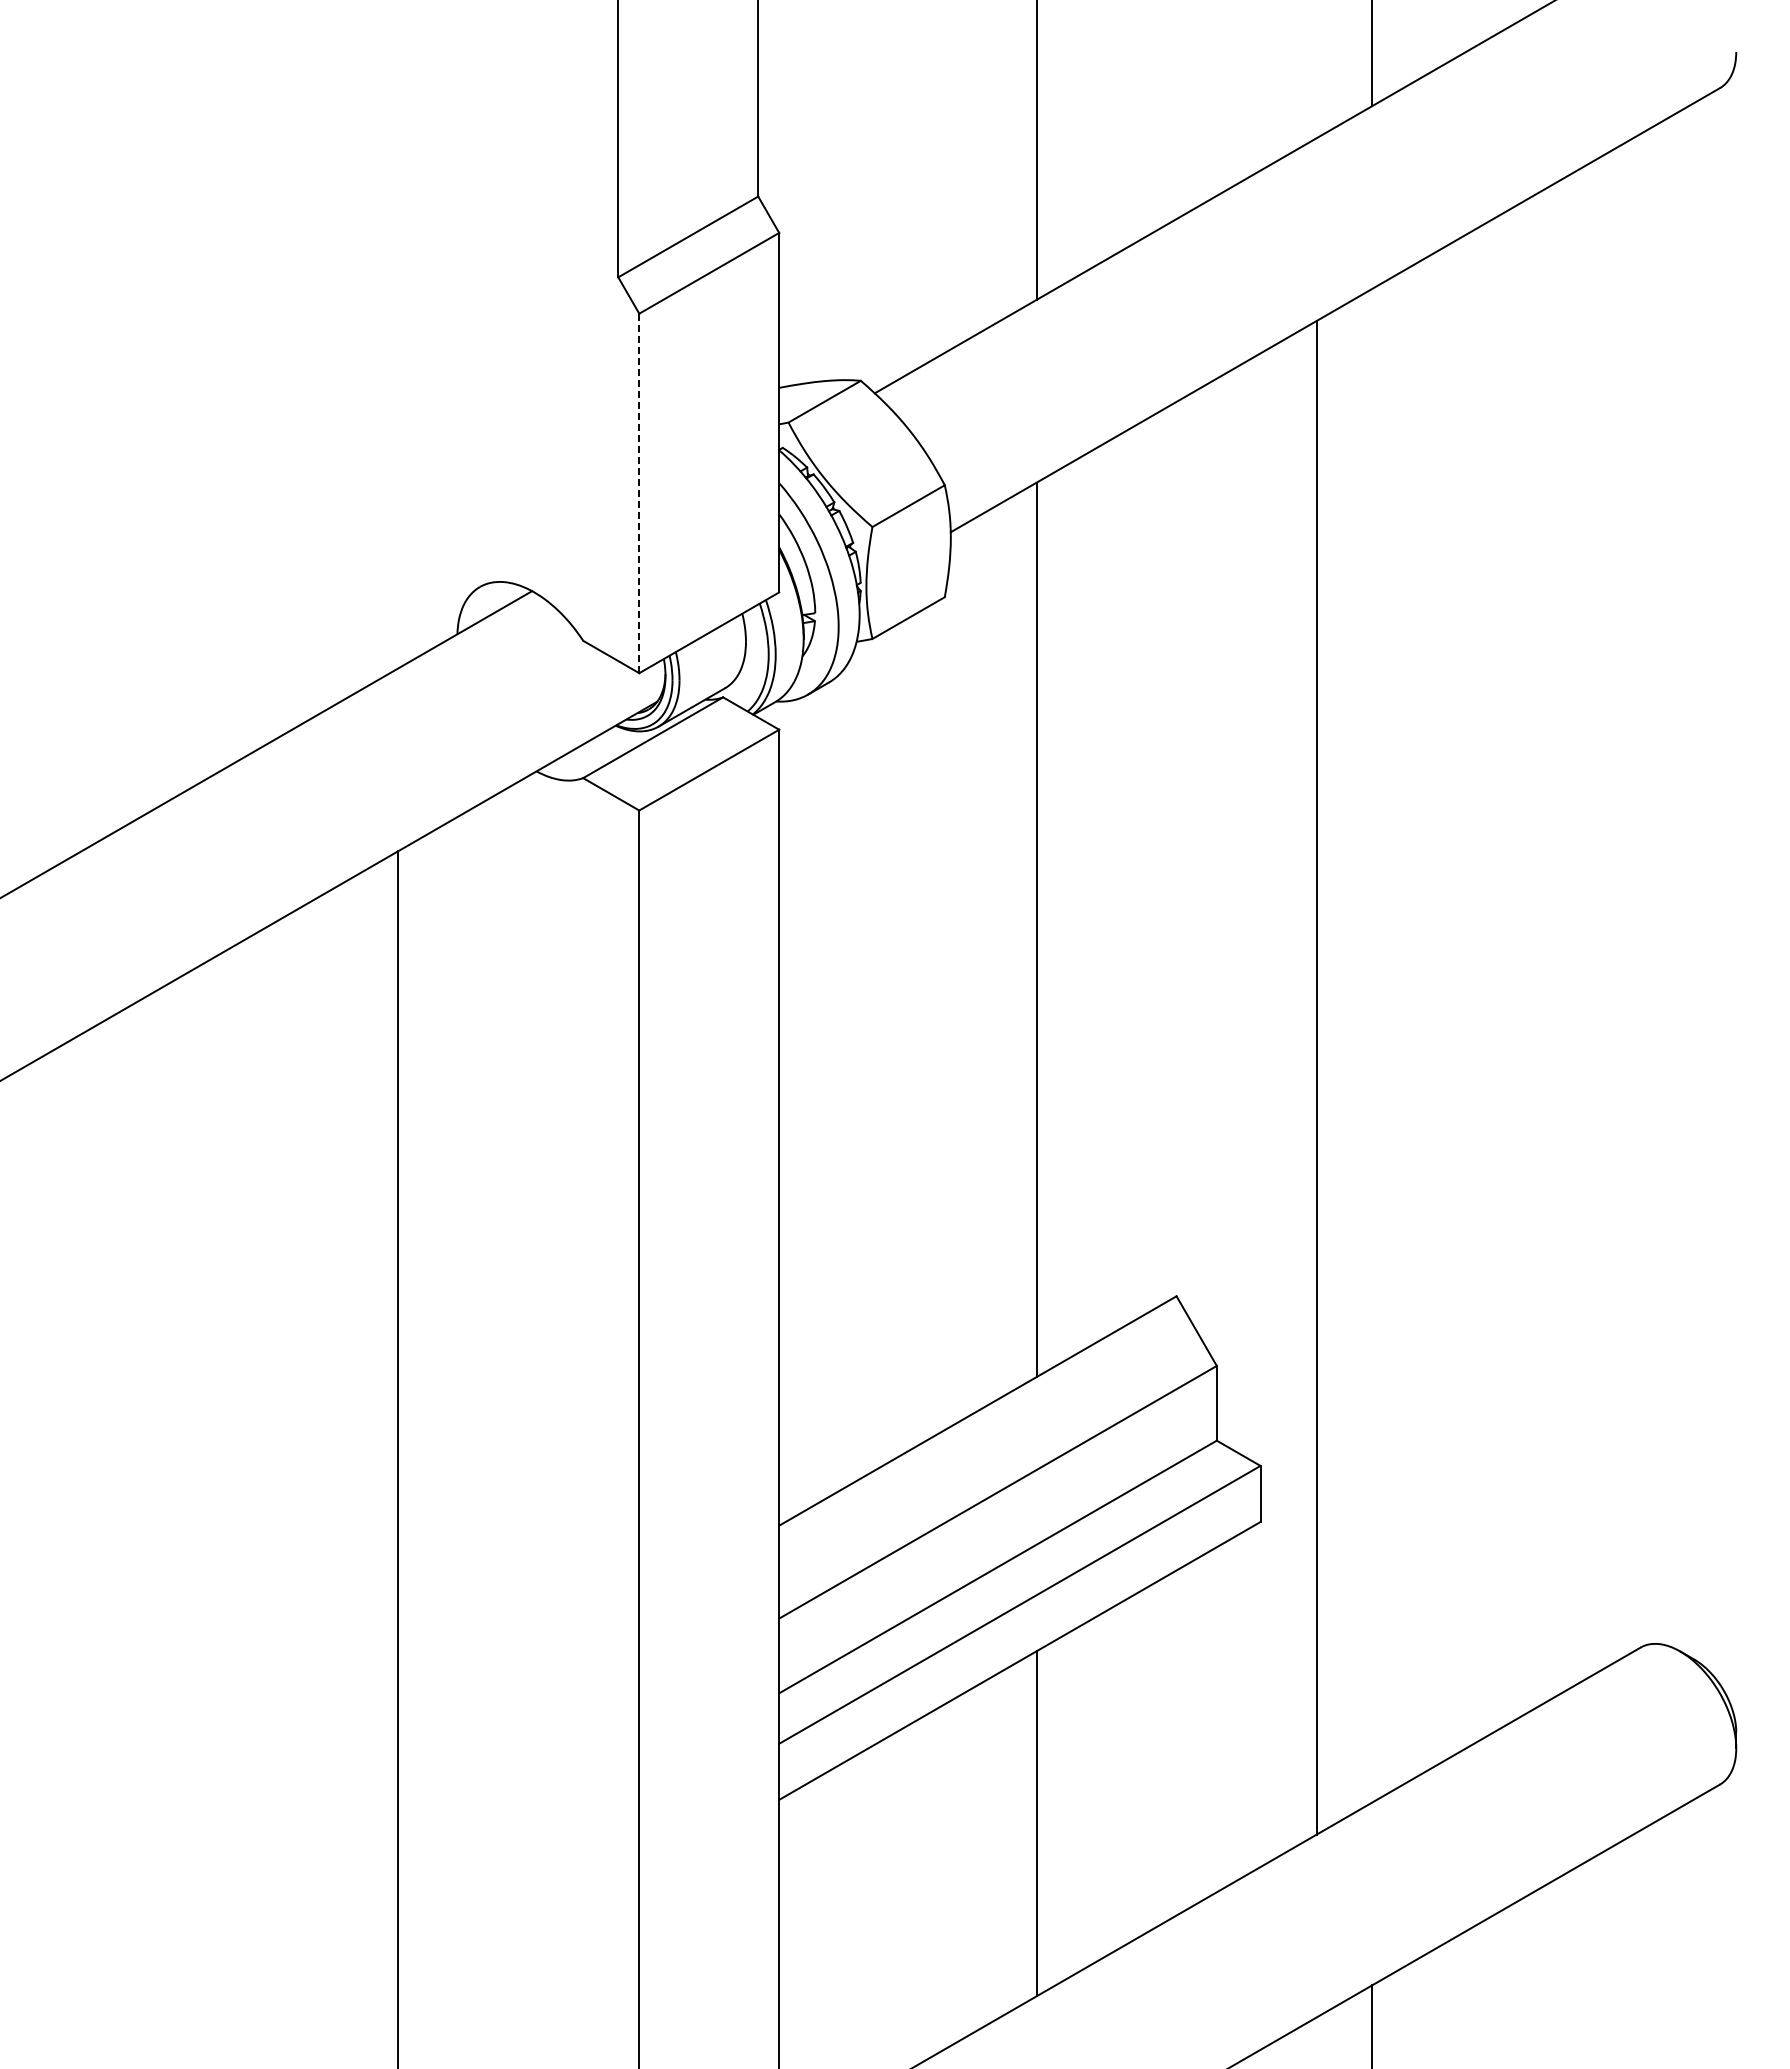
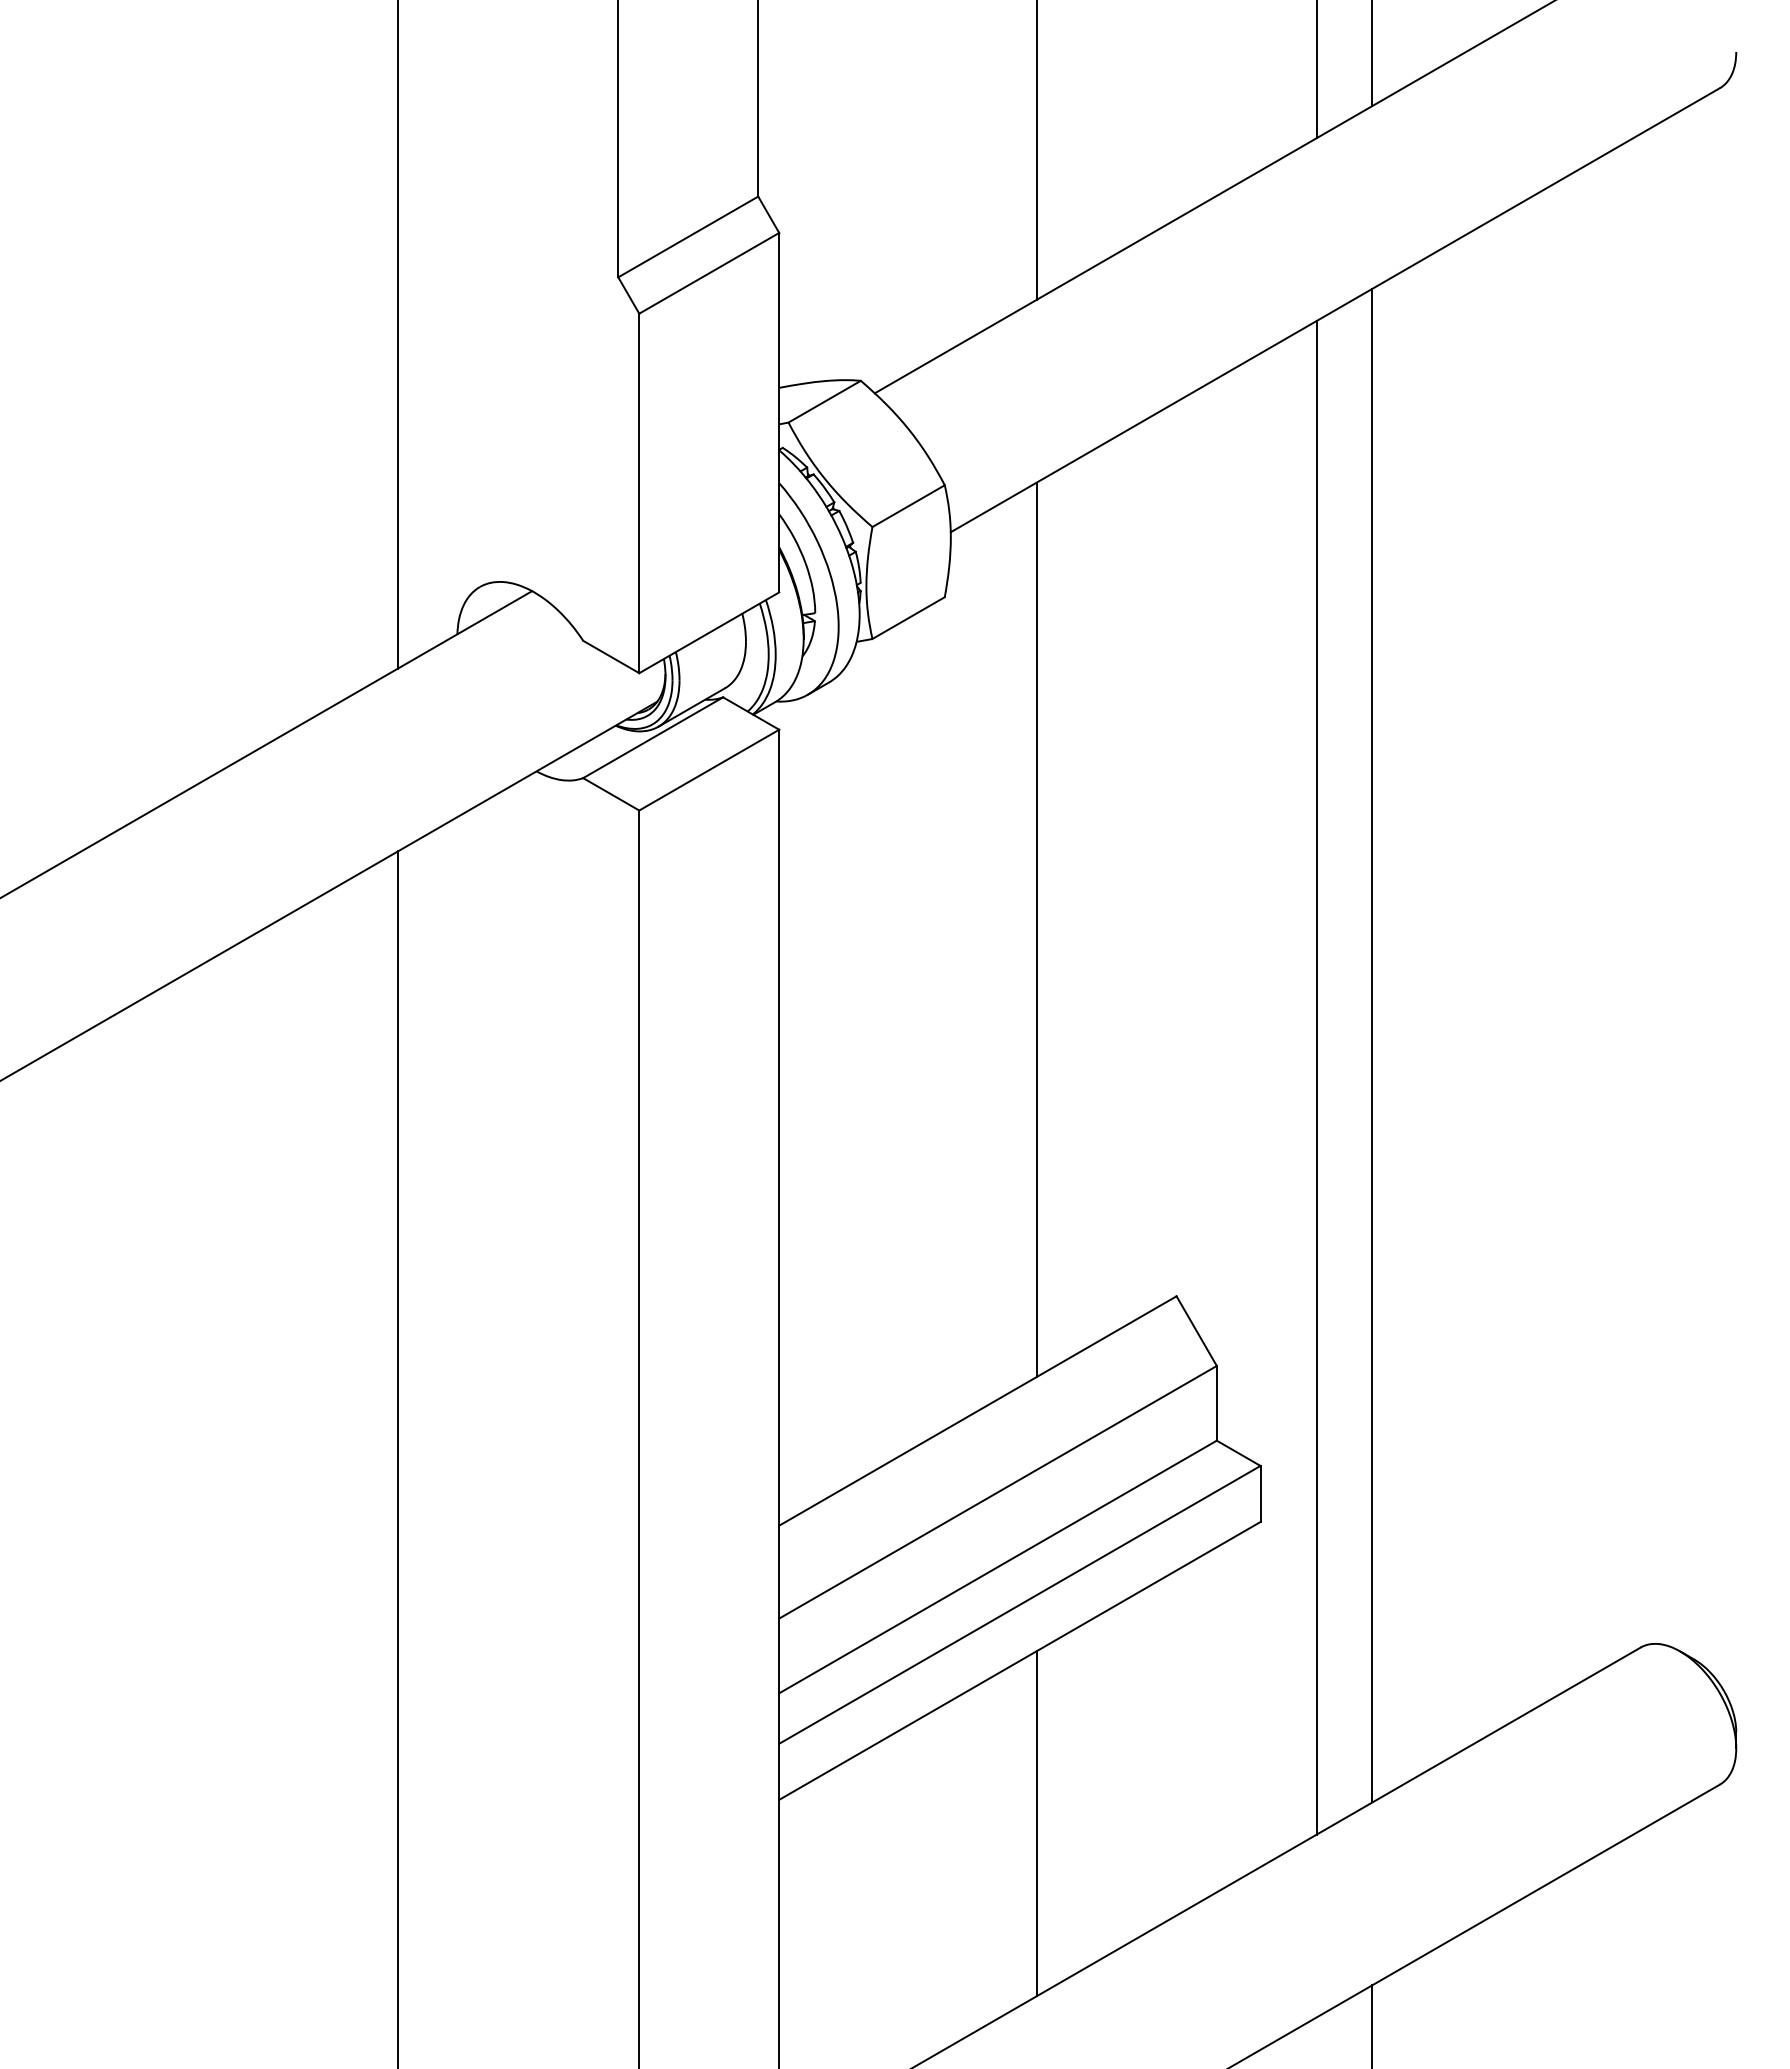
line at (1316, 70): none -> present
line at (397, 335): none -> present
line at (639, 493): dashed -> solid
line at (1372, 1045): none -> present
